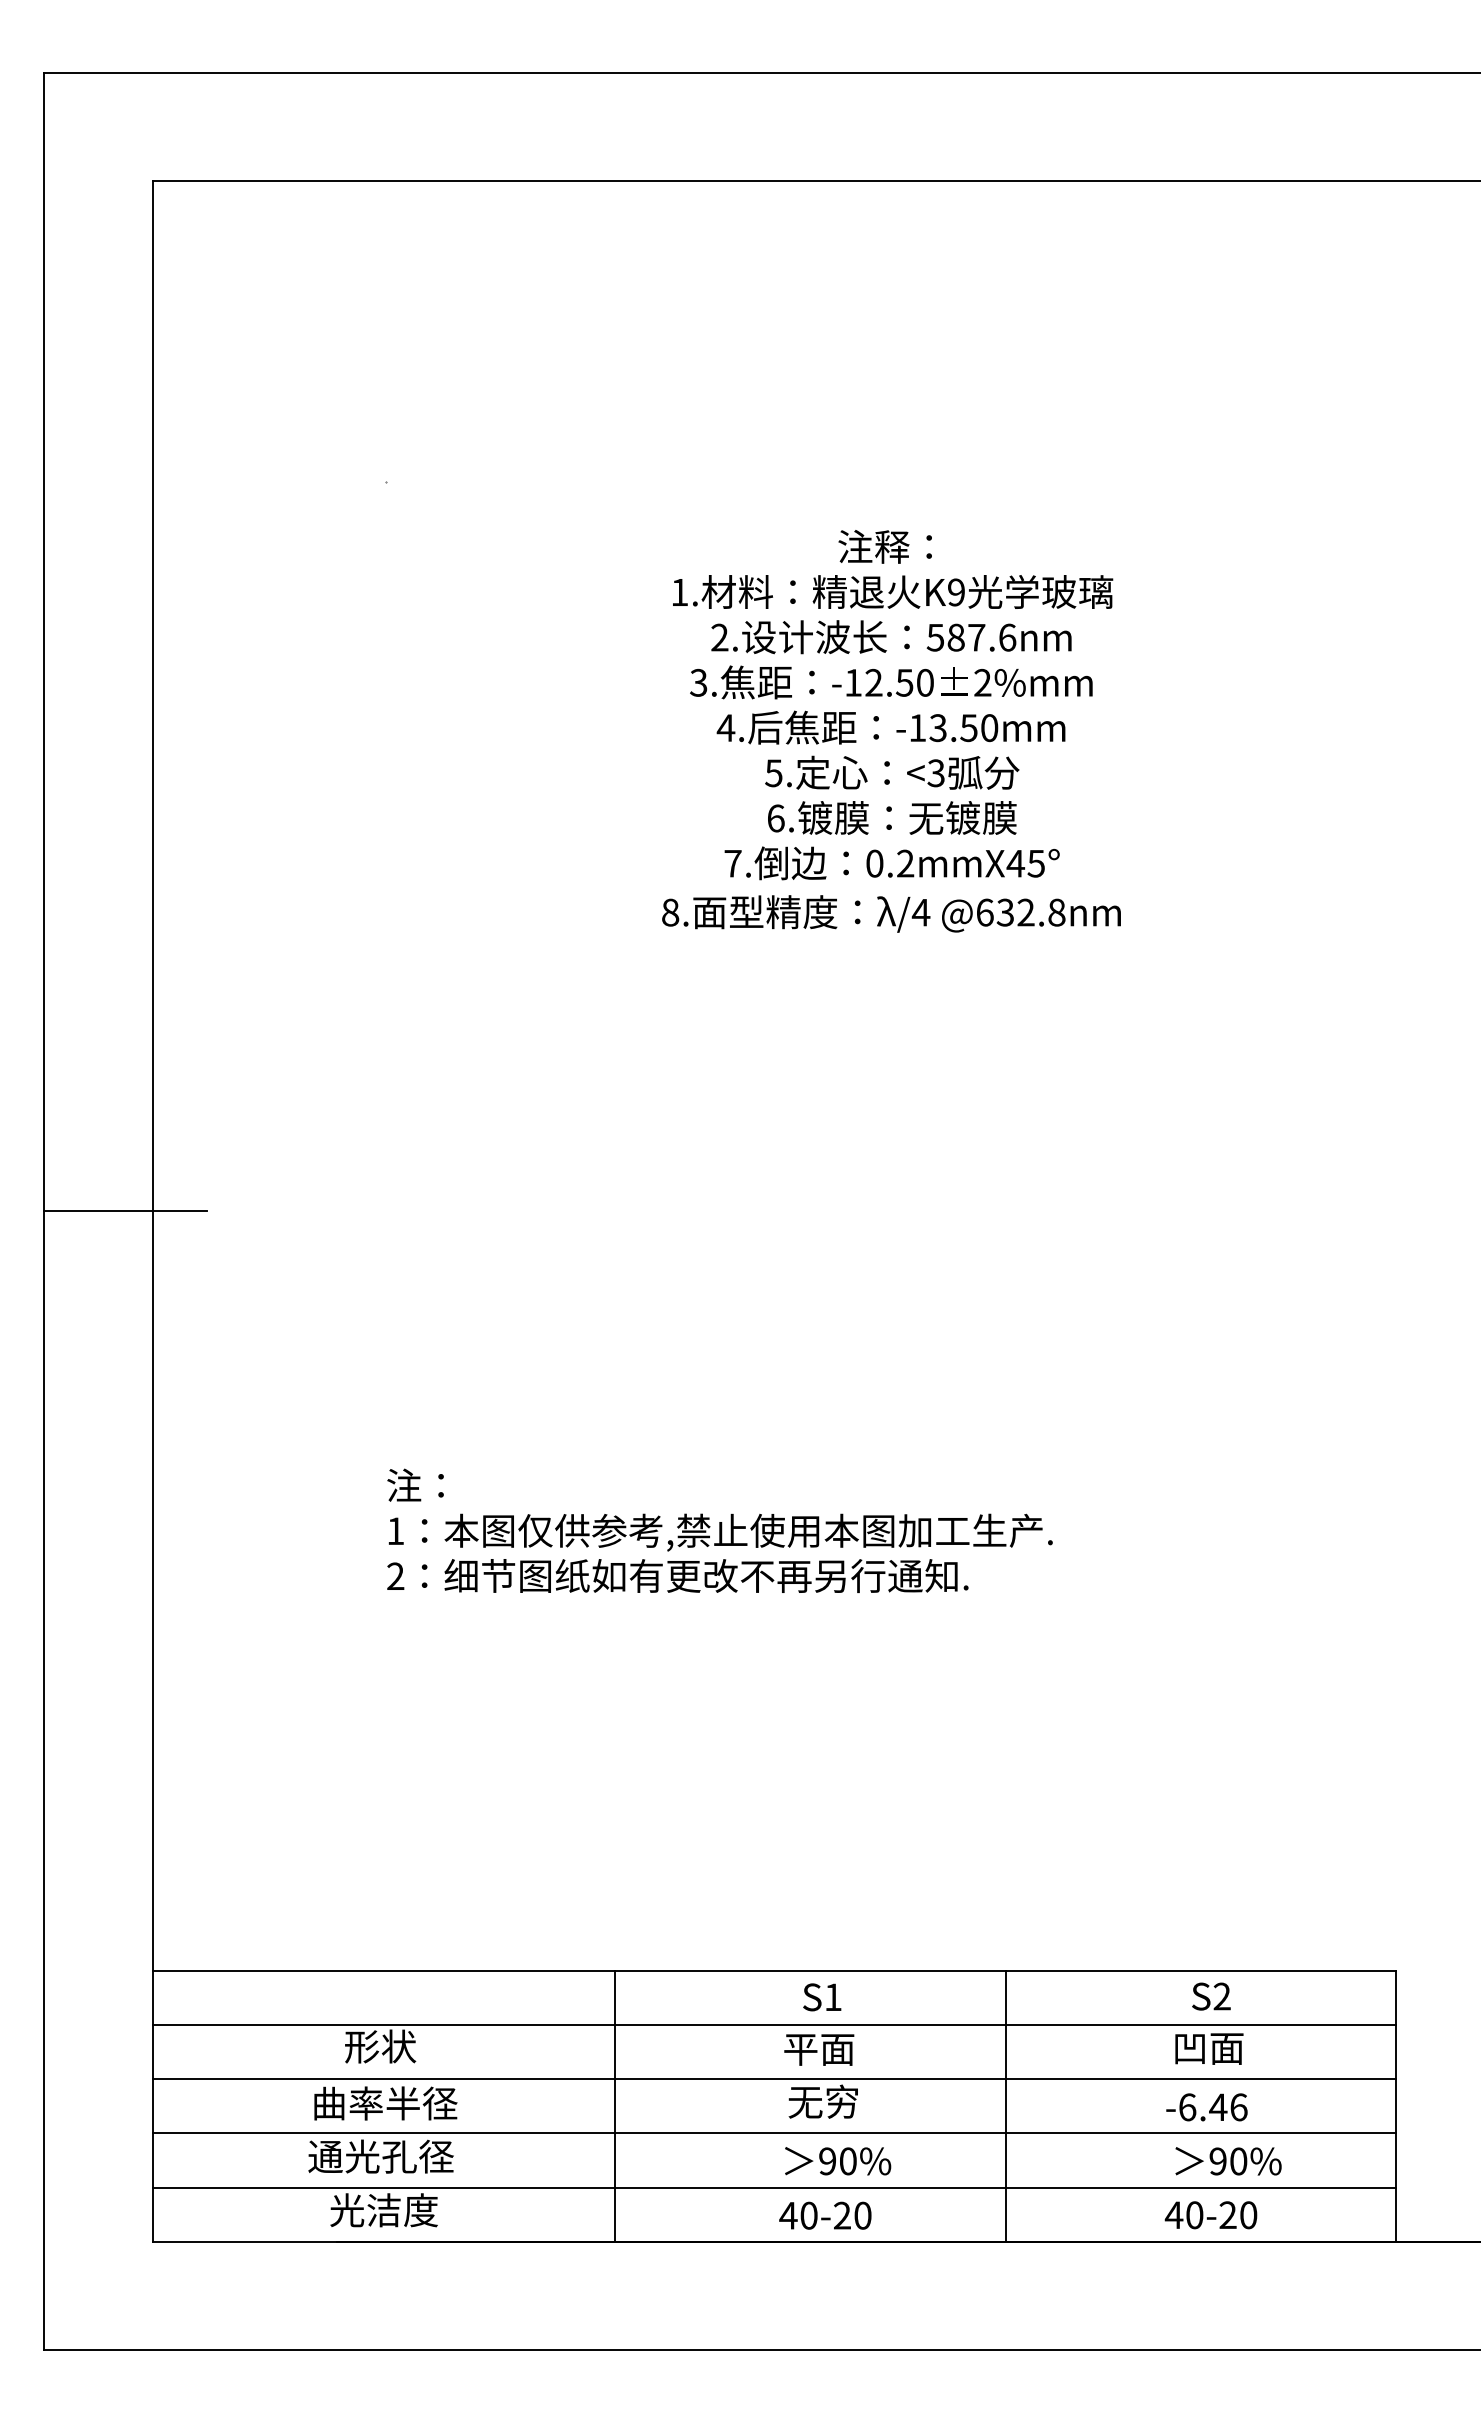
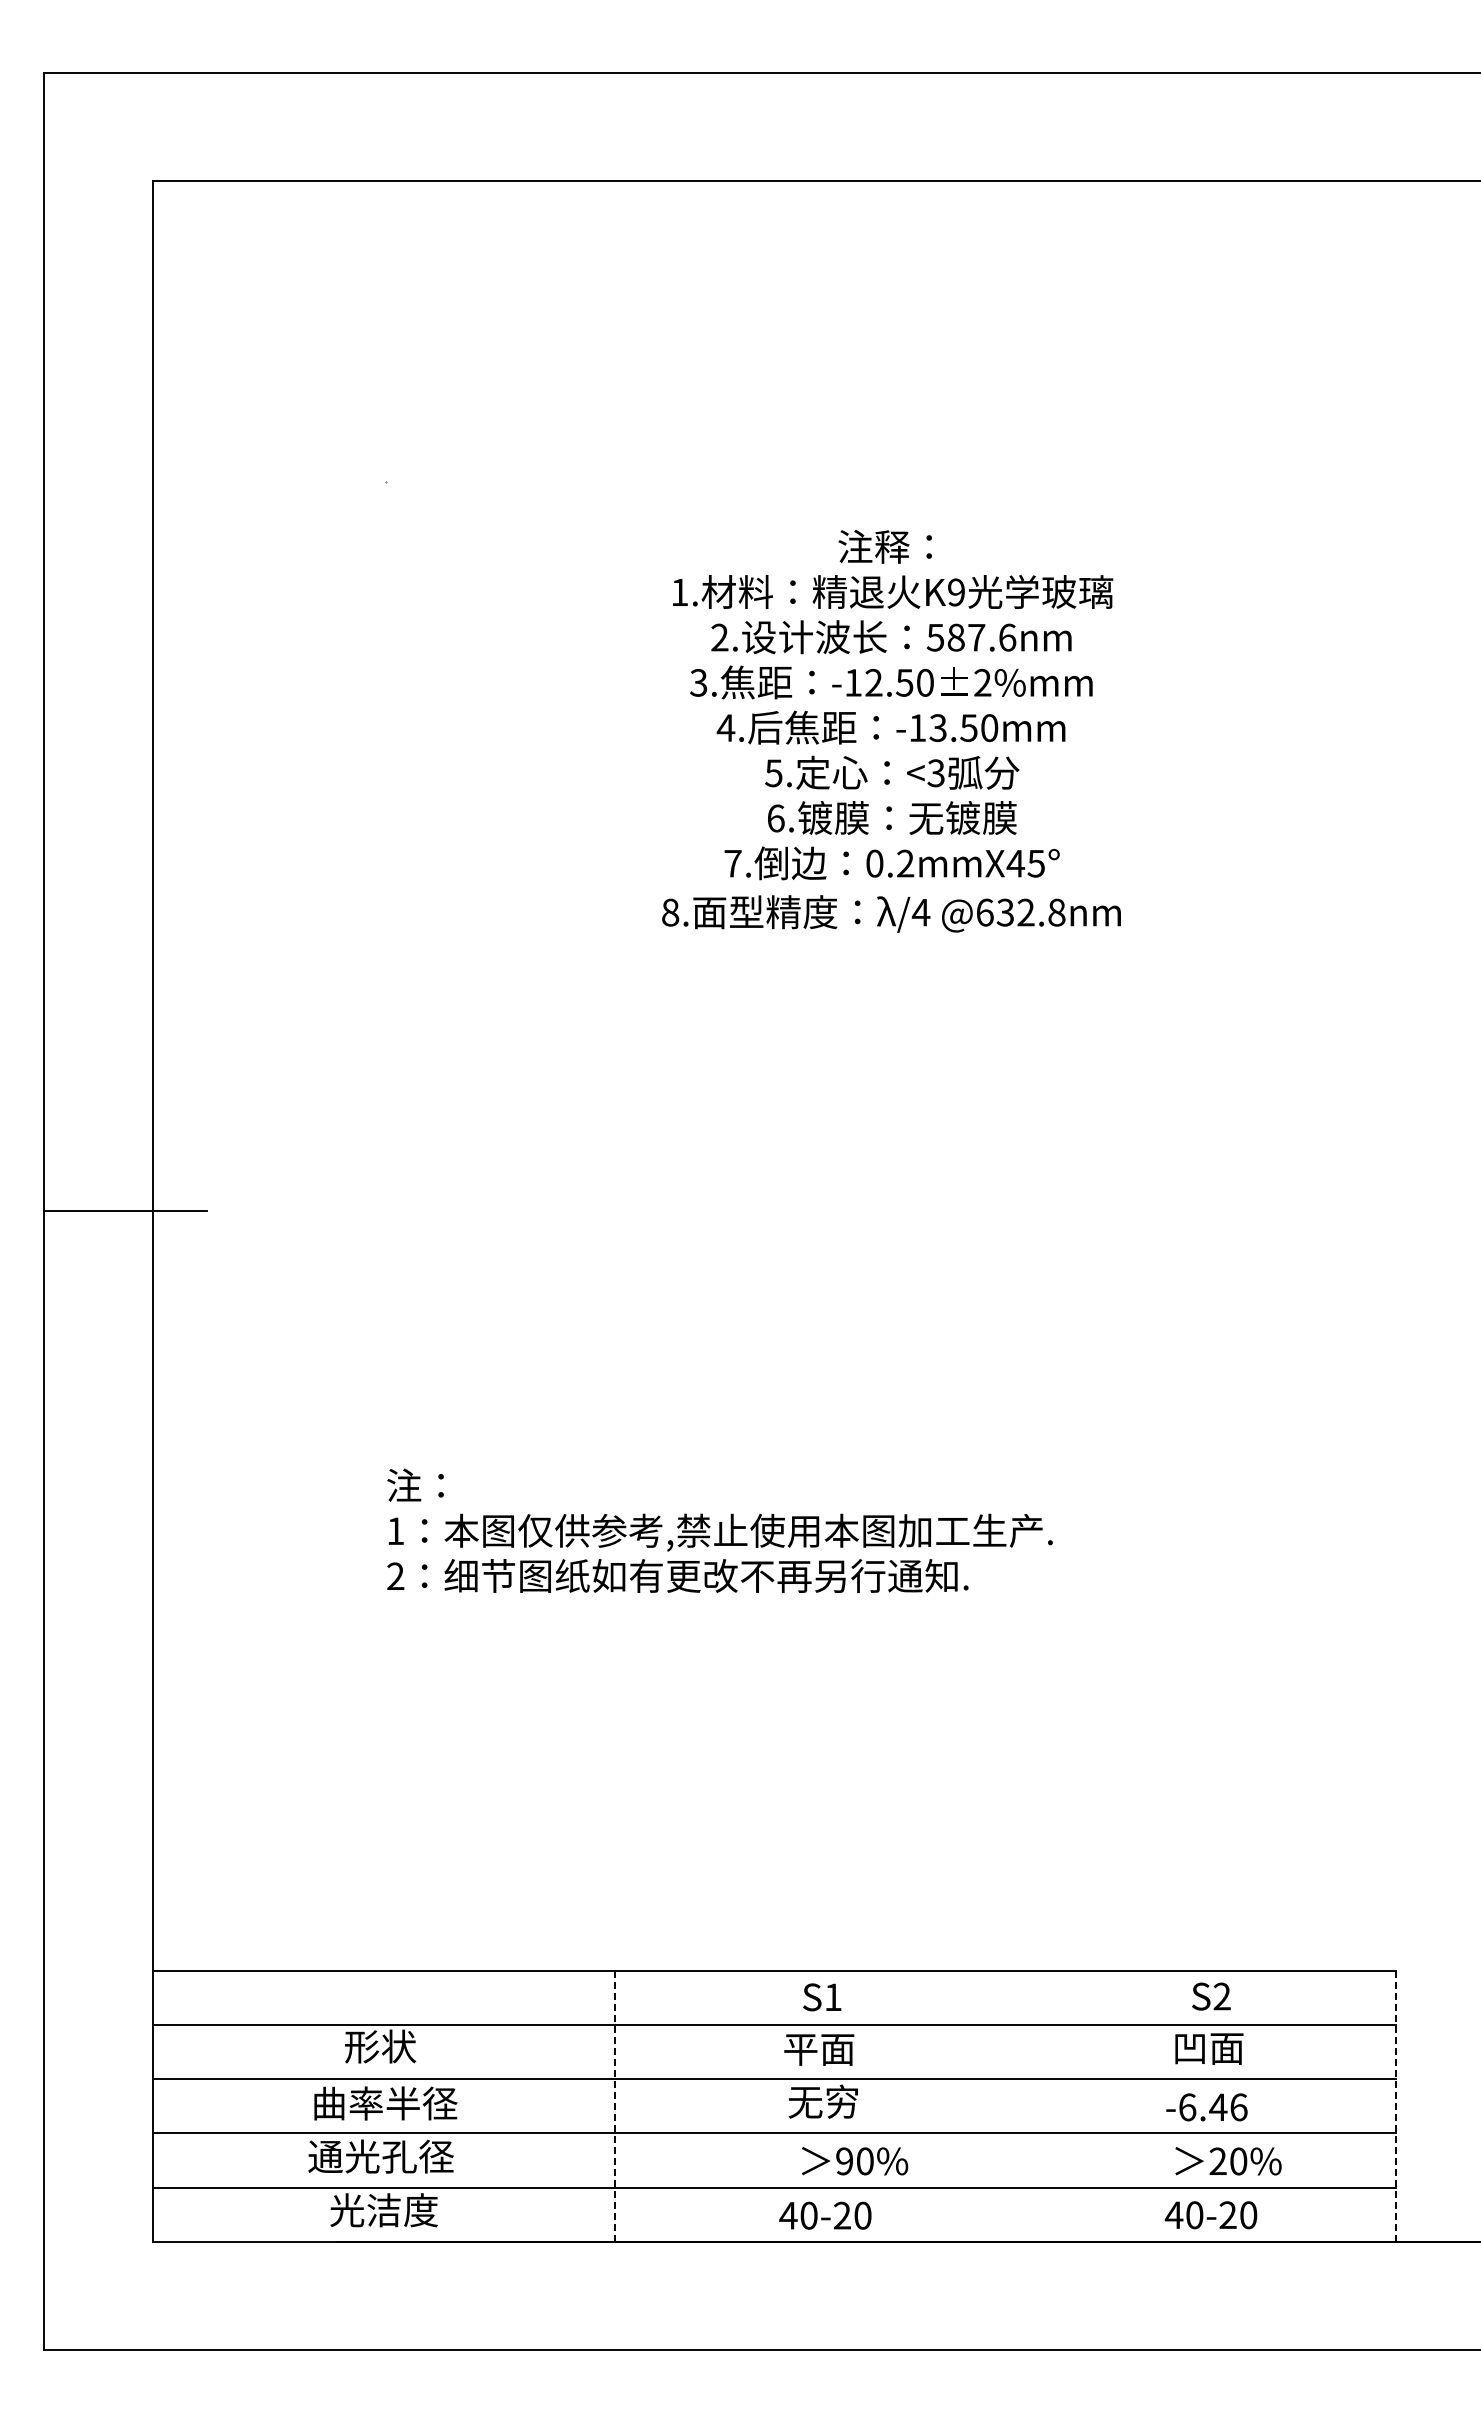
line at (1005, 2105): present -> none
line at (615, 2106): solid -> dashed
line at (1396, 2106): solid -> dashed
text at (838, 2161) position: (838, 2161) -> (855, 2161)
text at (1217, 2161): 90% -> 20%
